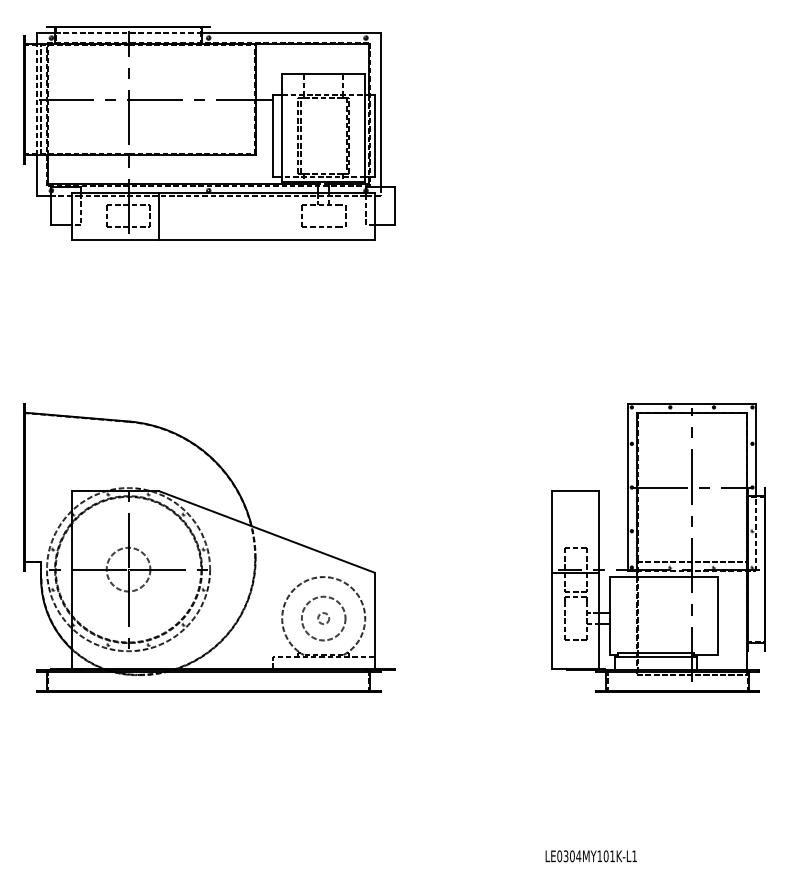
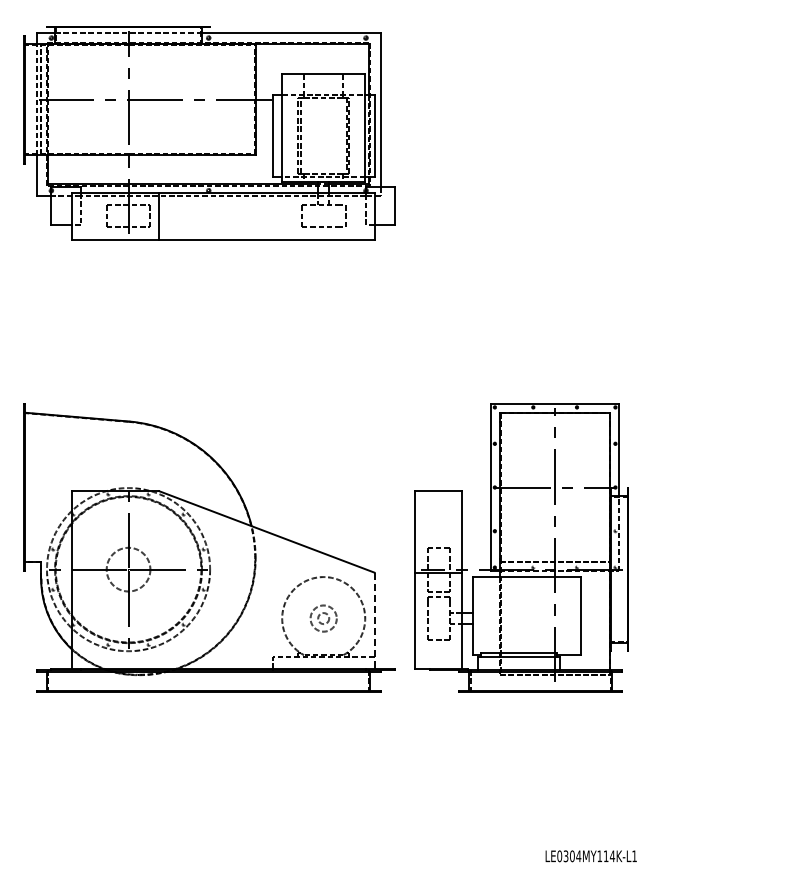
part at (658, 547) position: (658, 547) -> (521, 547)
circle at (323, 618) diameter: 44 px -> 26 px
line at (374, 621): solid -> dashed
text at (609, 856): LE0304MY101K-L1 -> LE0304MY114K-L1
